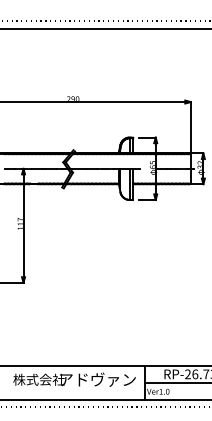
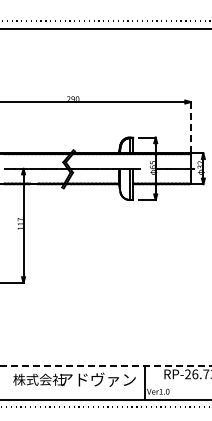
line at (190, 127): solid -> dashed
line at (105, 365): solid -> dashed
line at (176, 383): present -> none
